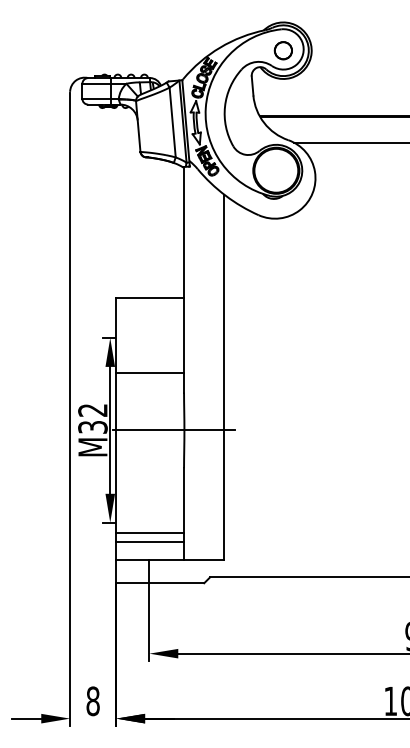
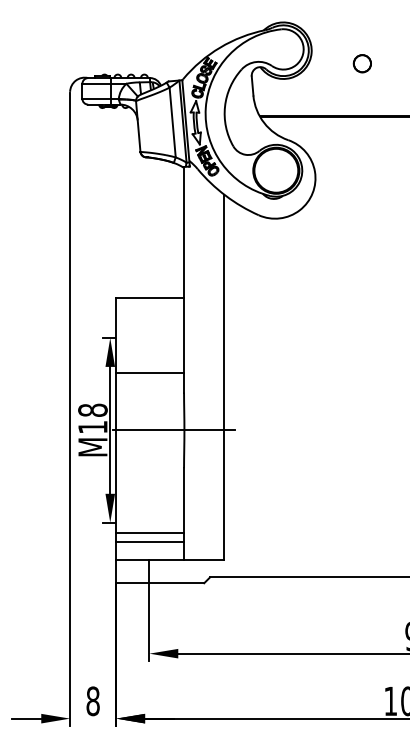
circle at (282, 50) position: (282, 50) -> (361, 63)
line at (350, 142): present -> none
text at (92, 418): M32 -> M18
